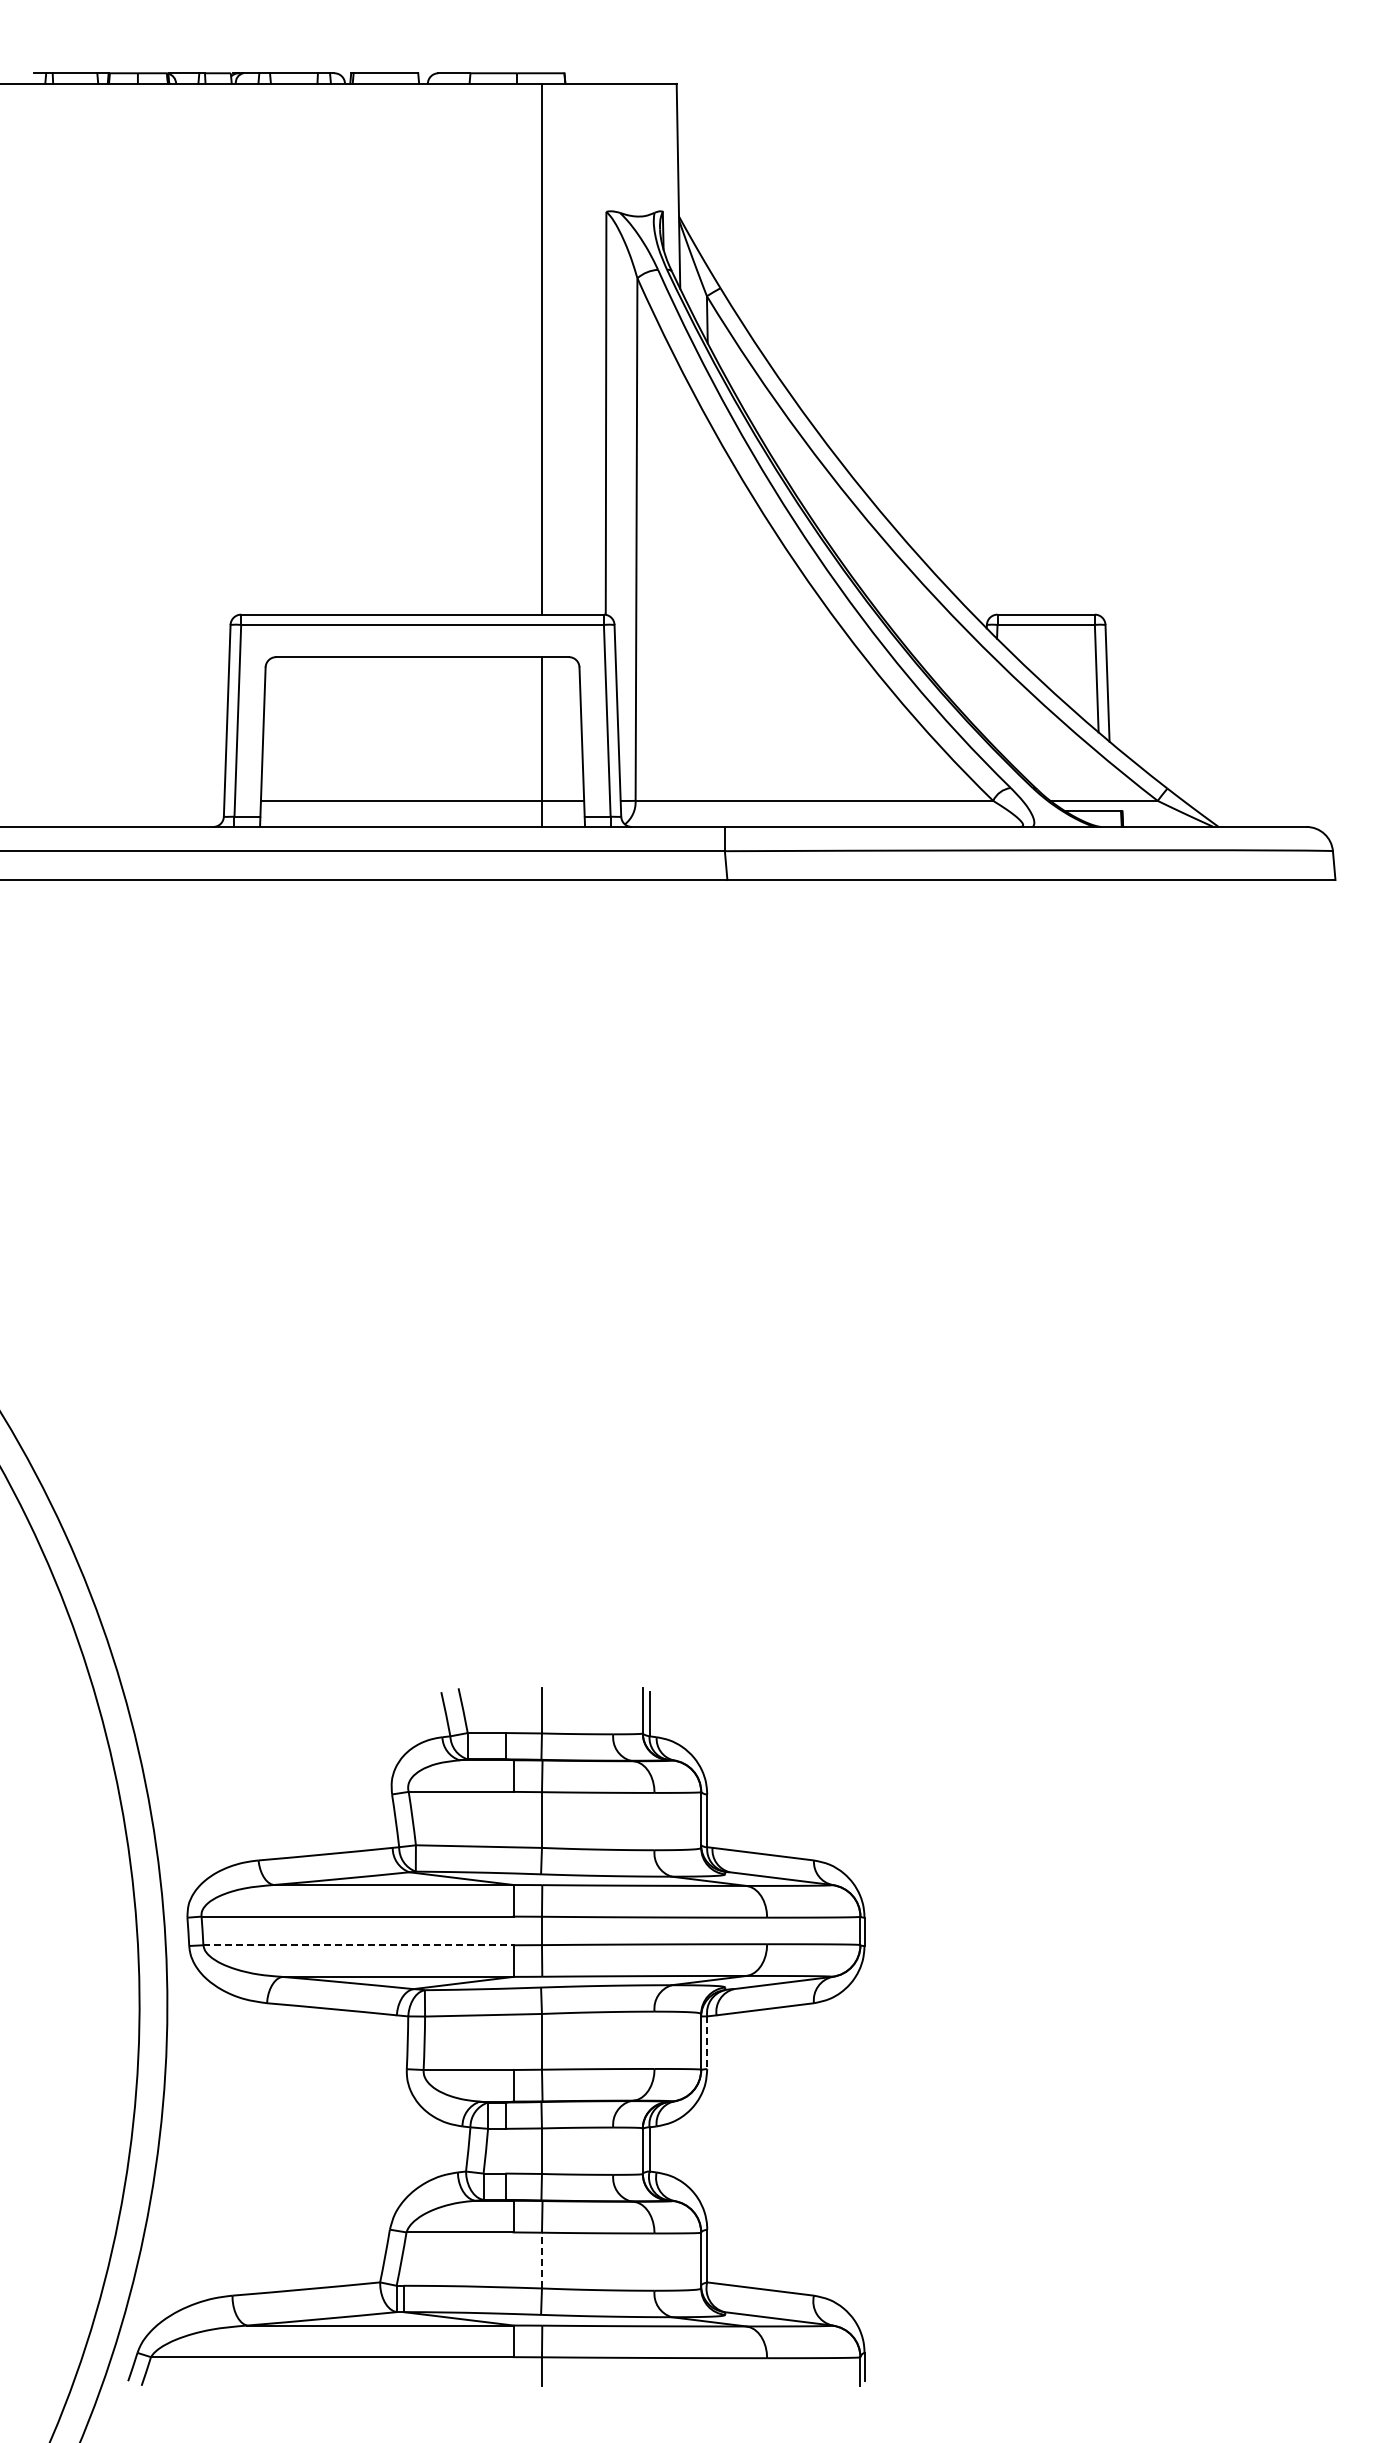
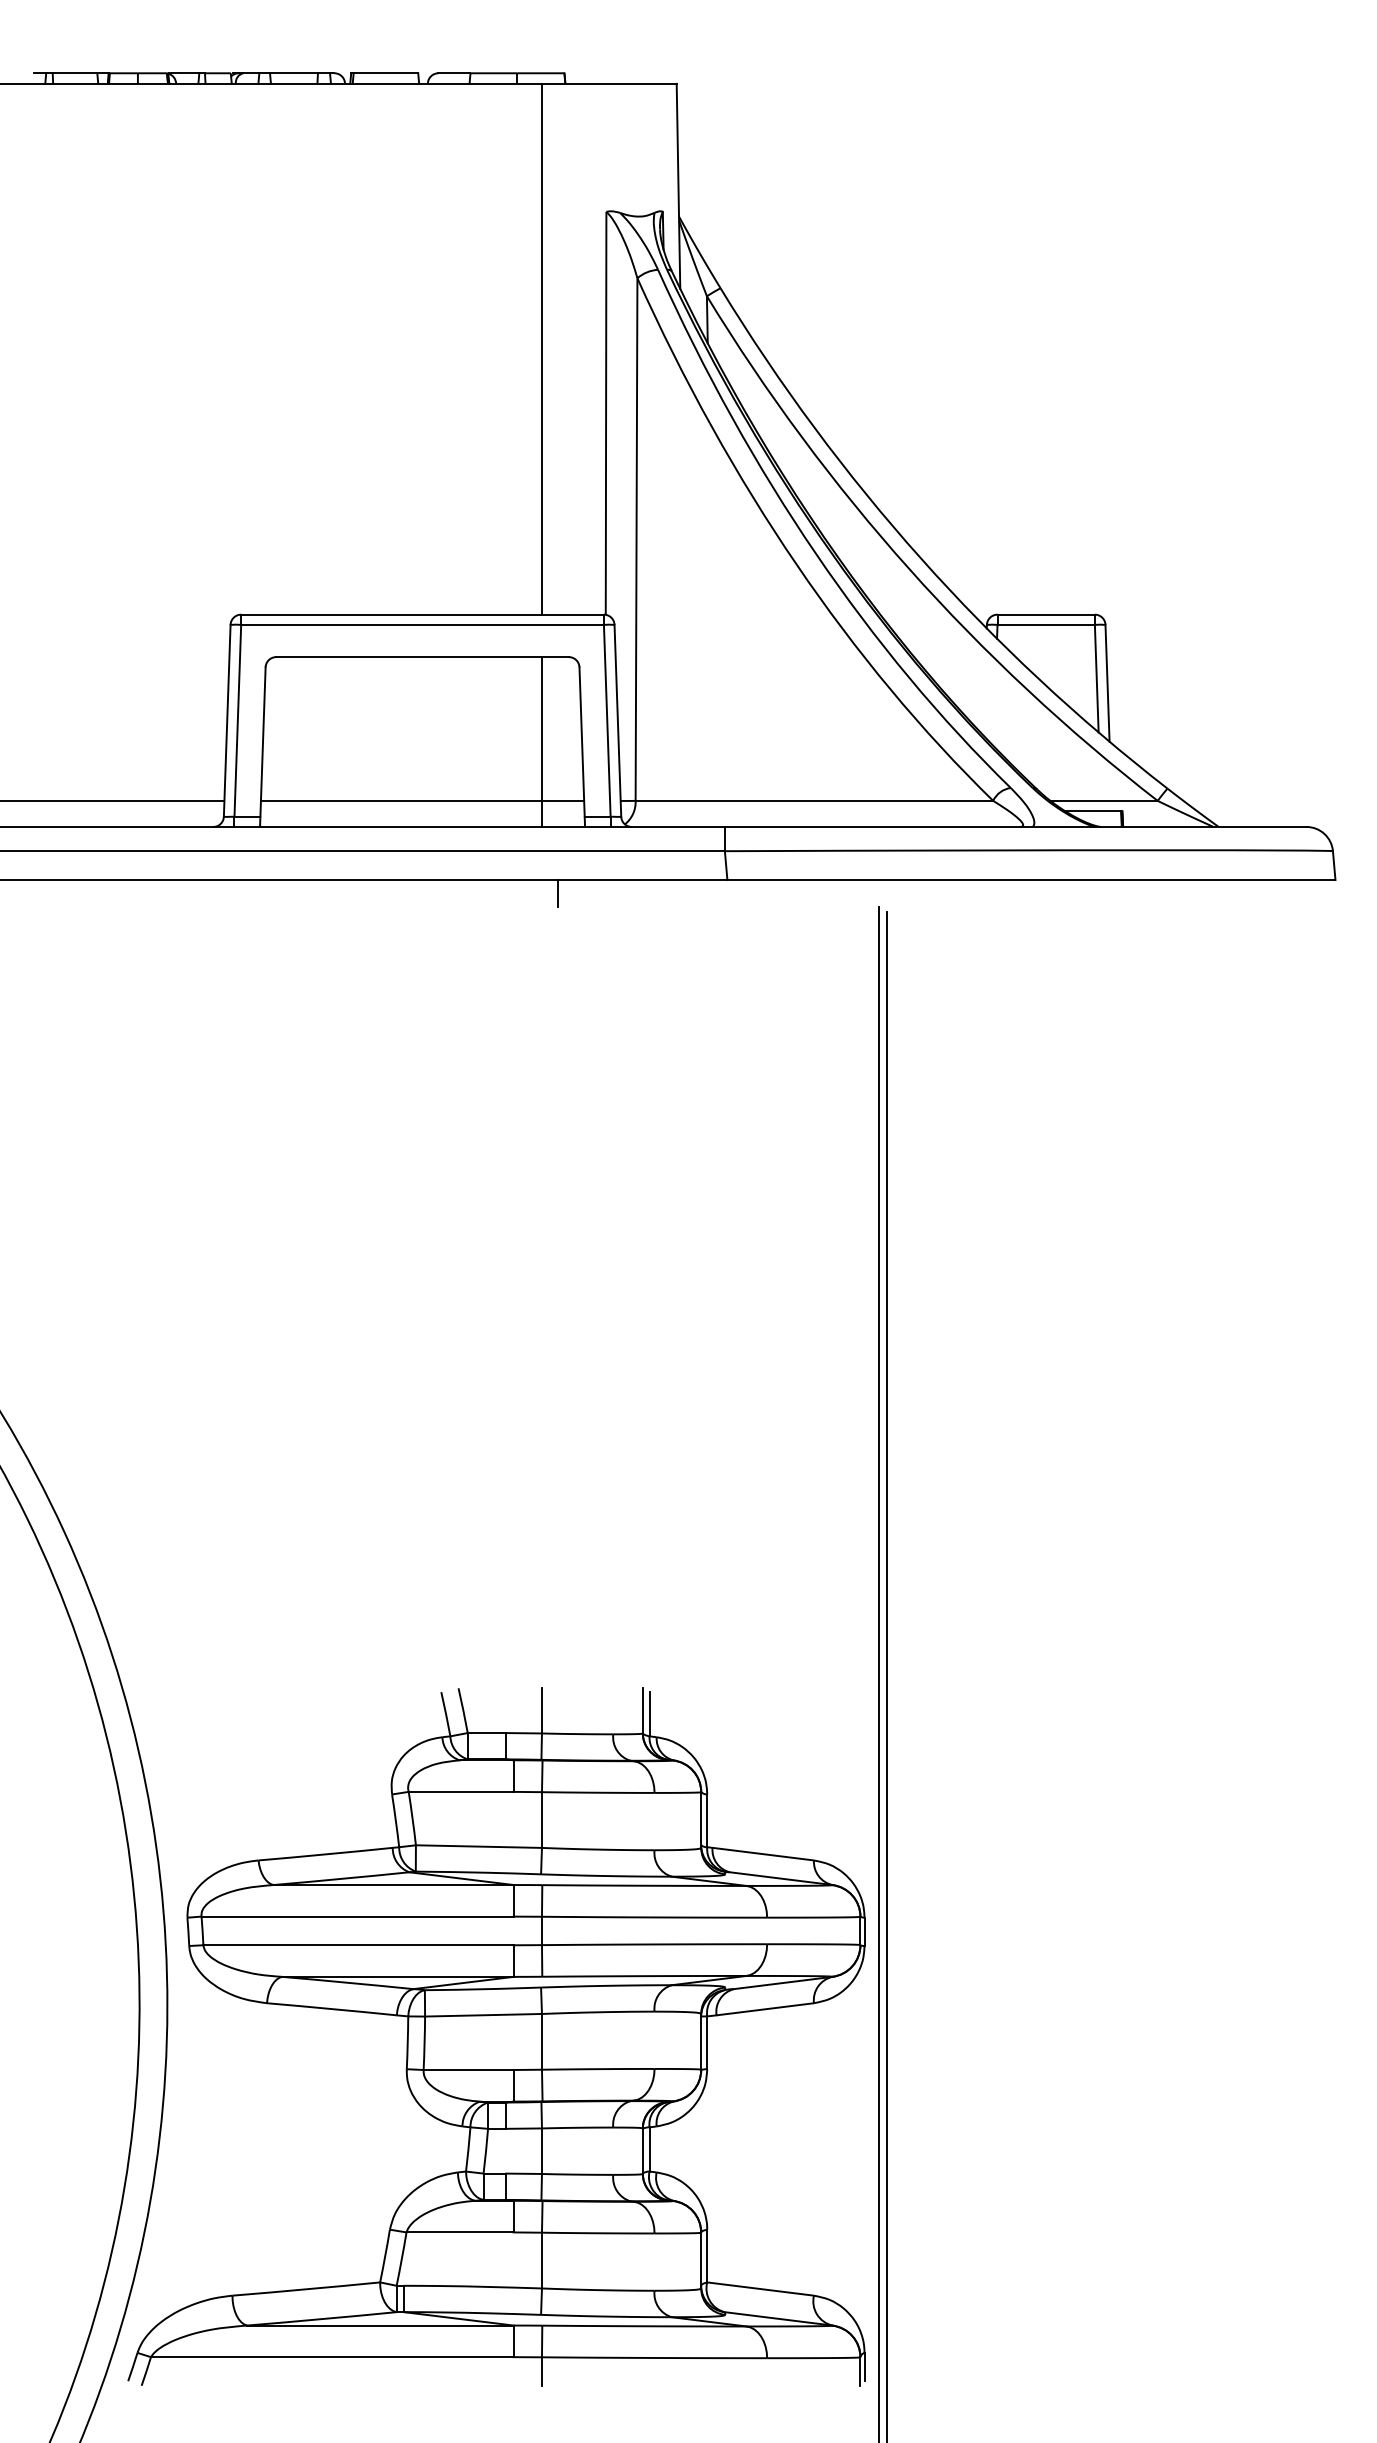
line at (113, 800): none -> present
line at (557, 893): none -> present
line at (879, 1672): none -> present
line at (886, 1675): none -> present
line at (359, 1945): dashed -> solid
line at (707, 2043): dashed -> solid
line at (541, 2260): dashed -> solid
